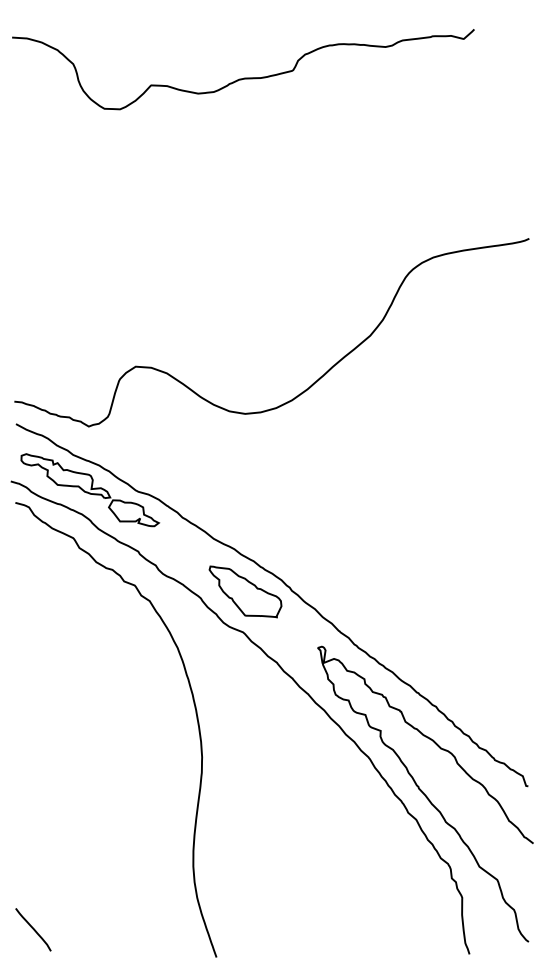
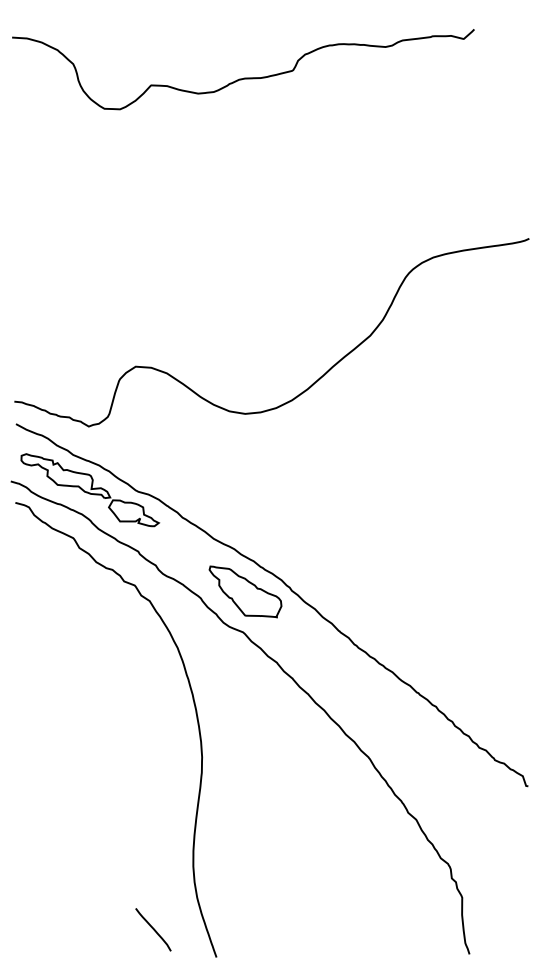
curve at (424, 793): present -> none
curve at (33, 929) position: (33, 929) -> (153, 929)
